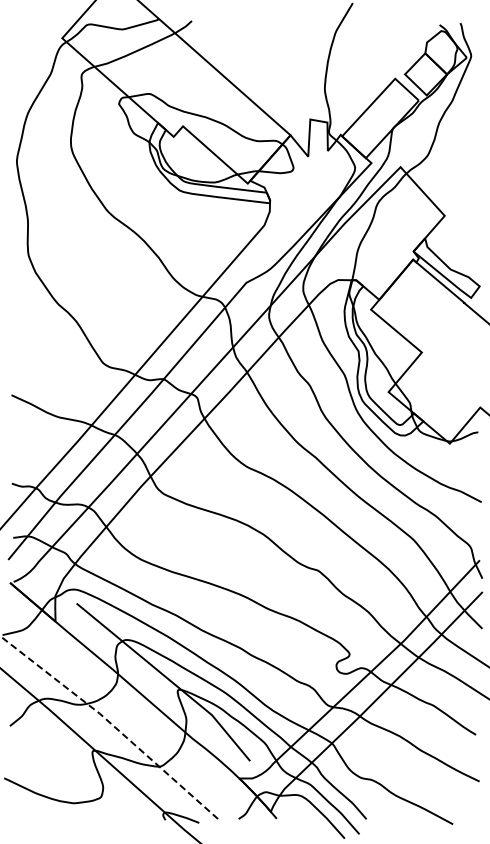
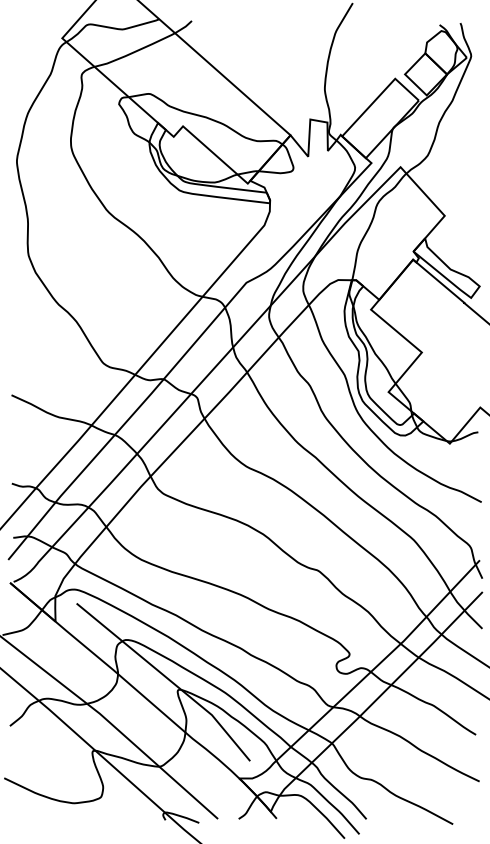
line at (111, 724): dashed -> solid
